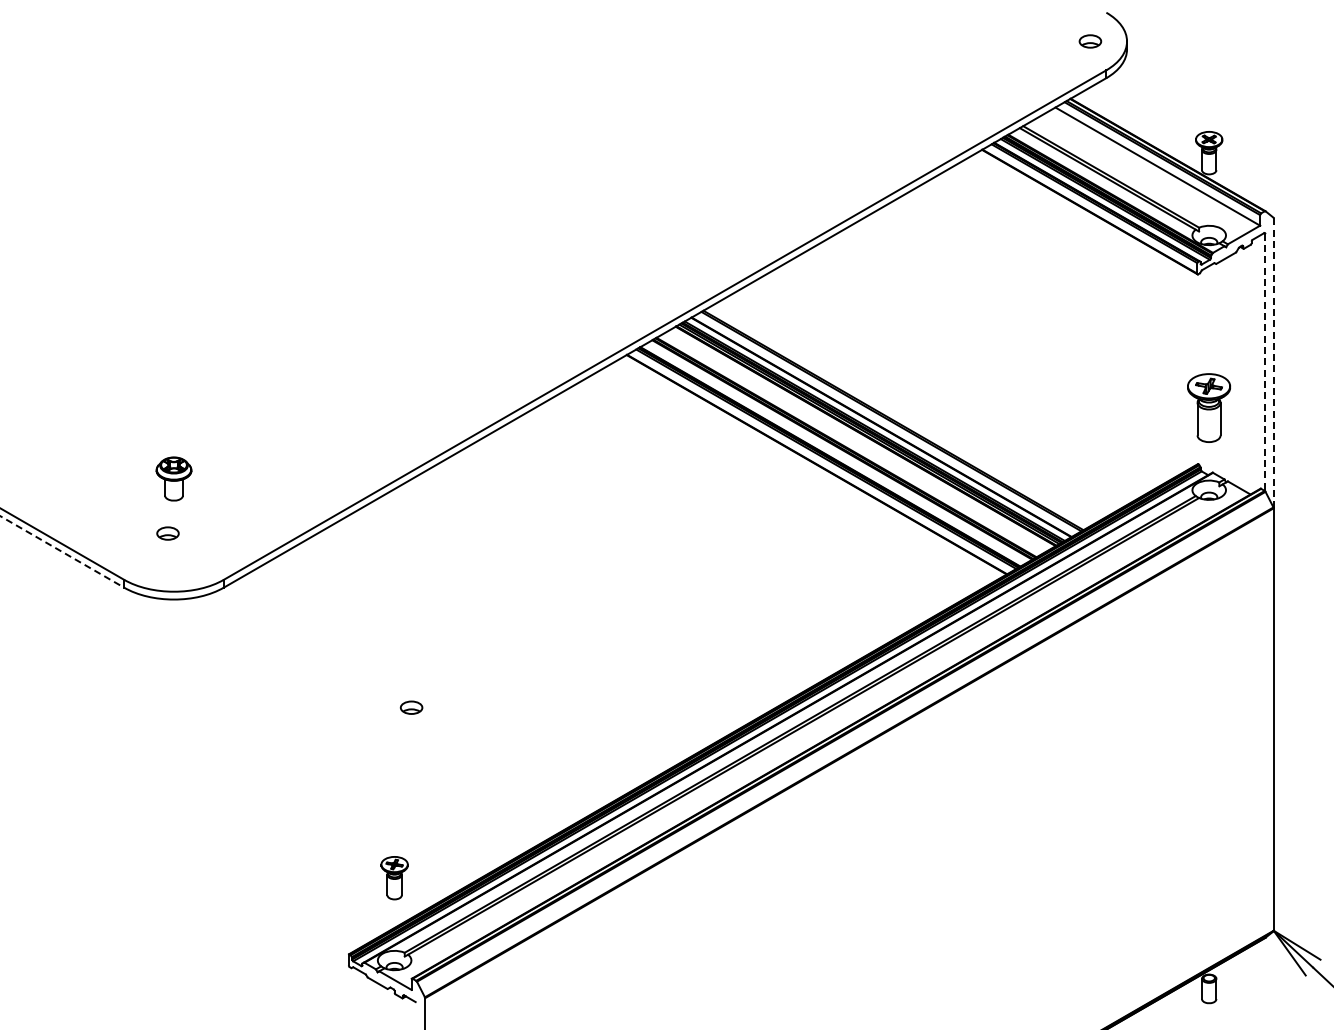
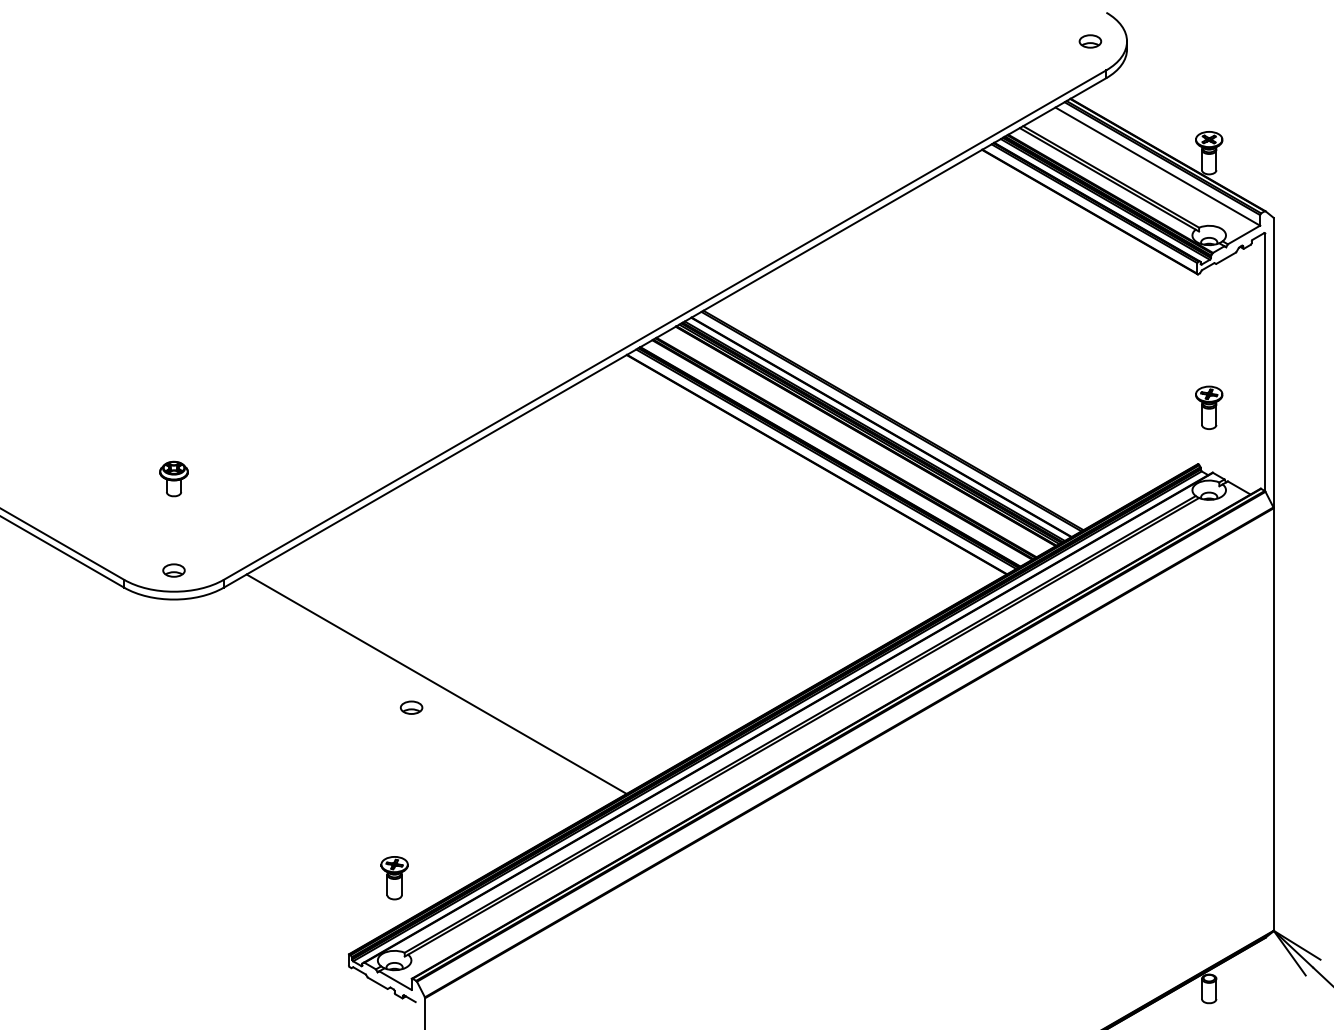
line at (1265, 362): dashed -> solid
line at (1273, 362): dashed -> solid
part at (1209, 407) size: 45x70 px -> 29x45 px
part at (173, 478) size: 38x46 px -> 30x38 px
part at (167, 533) position: (167, 533) -> (173, 570)
line at (62, 552): dashed -> solid
line at (436, 683): none -> present
